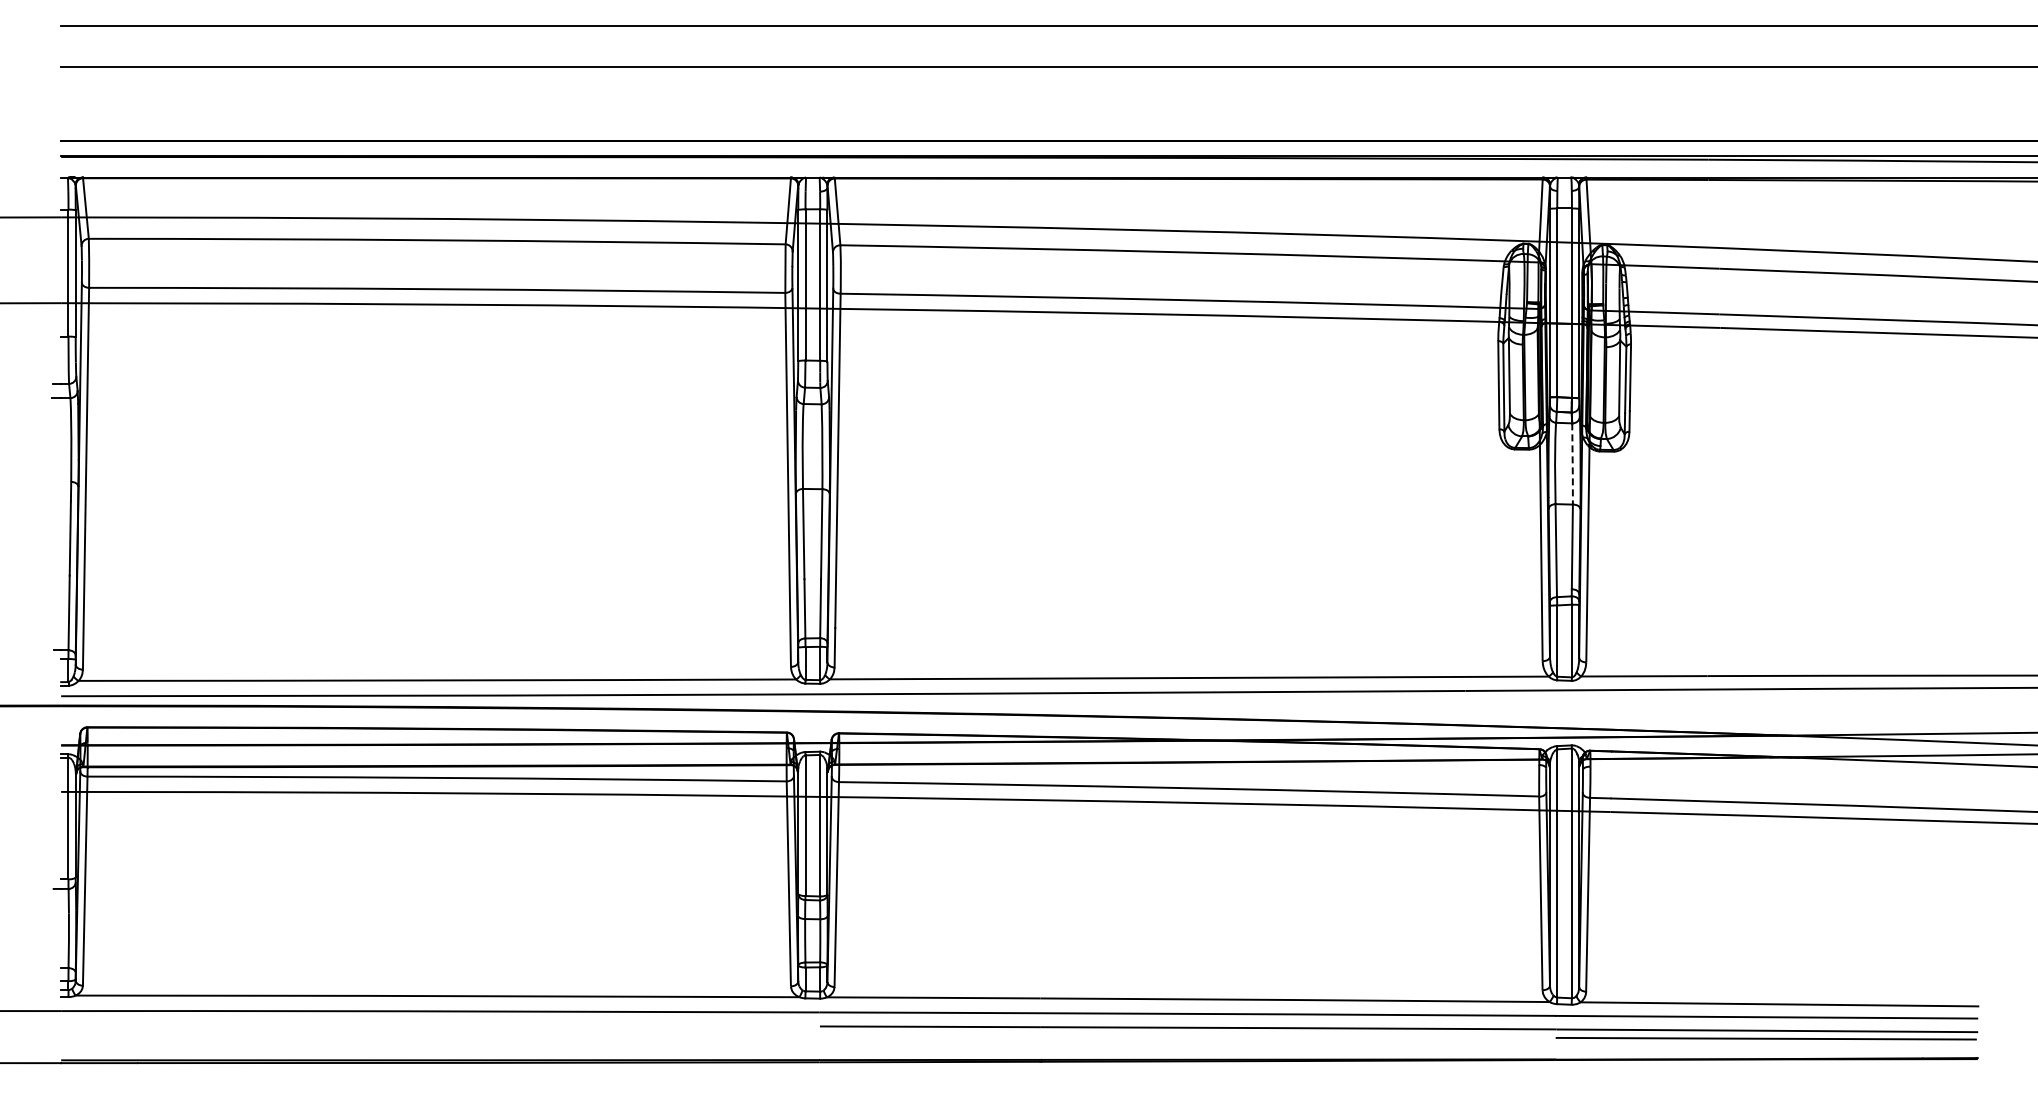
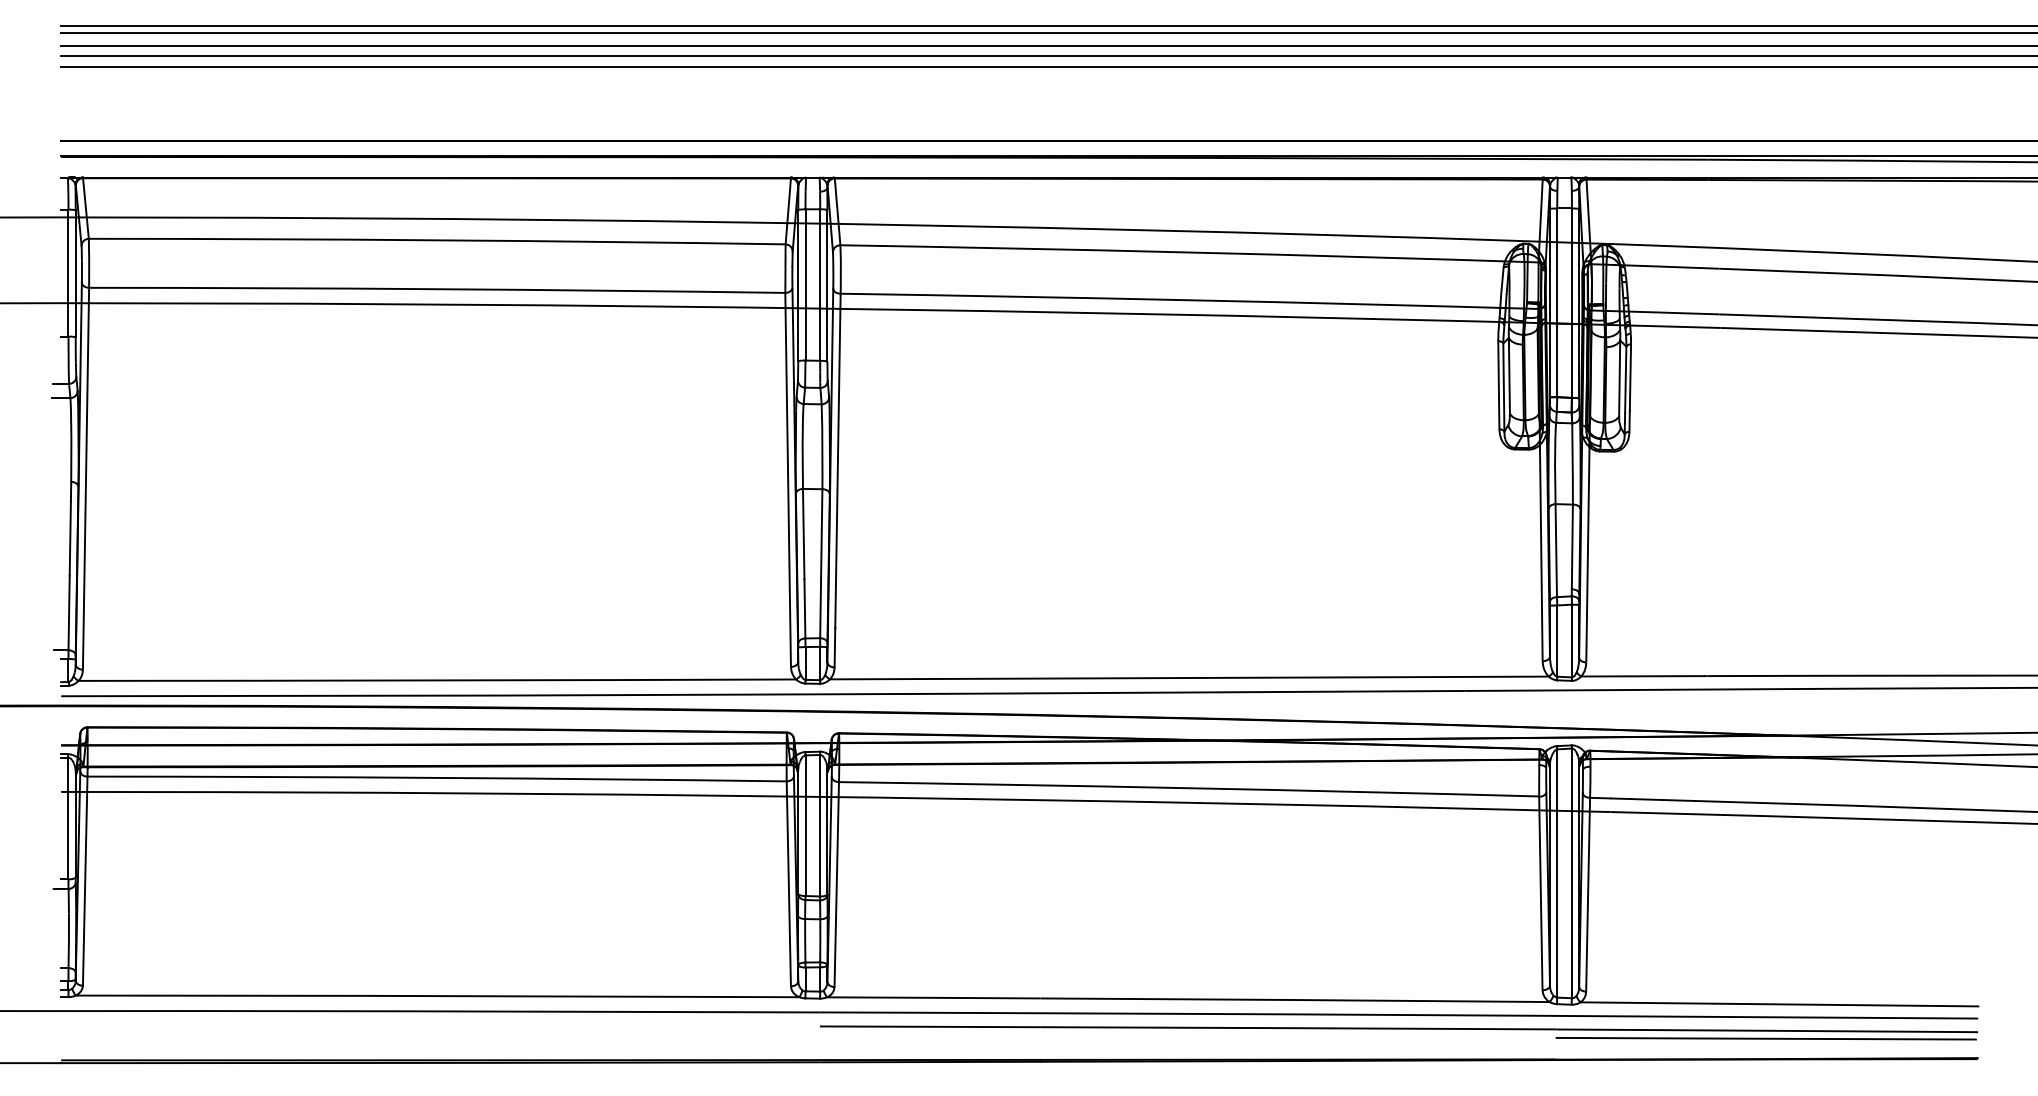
line at (1047, 32): none -> present
line at (1047, 46): none -> present
line at (1047, 56): none -> present
line at (1572, 464): dashed -> solid
